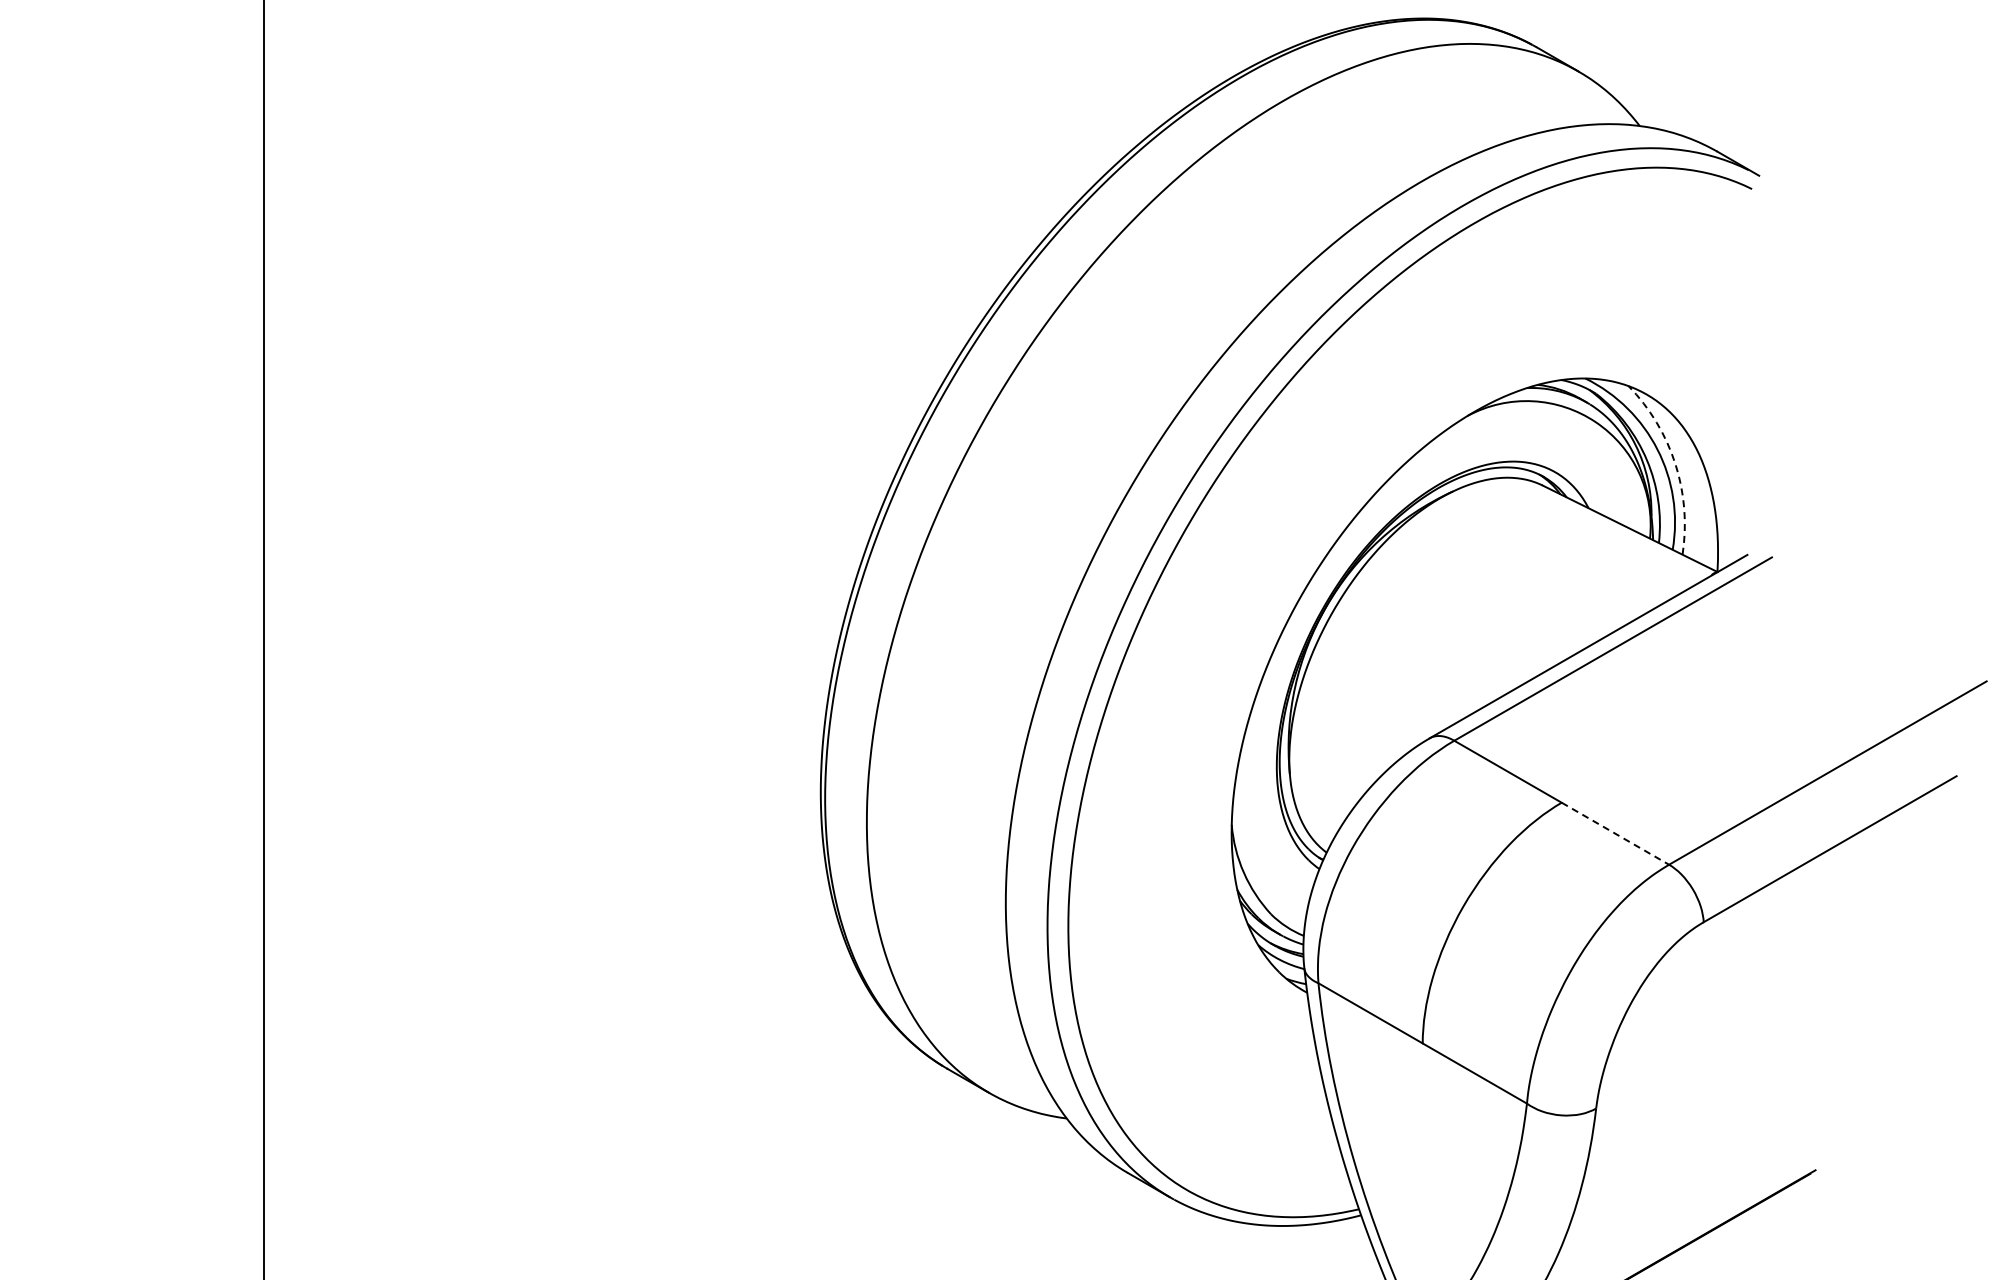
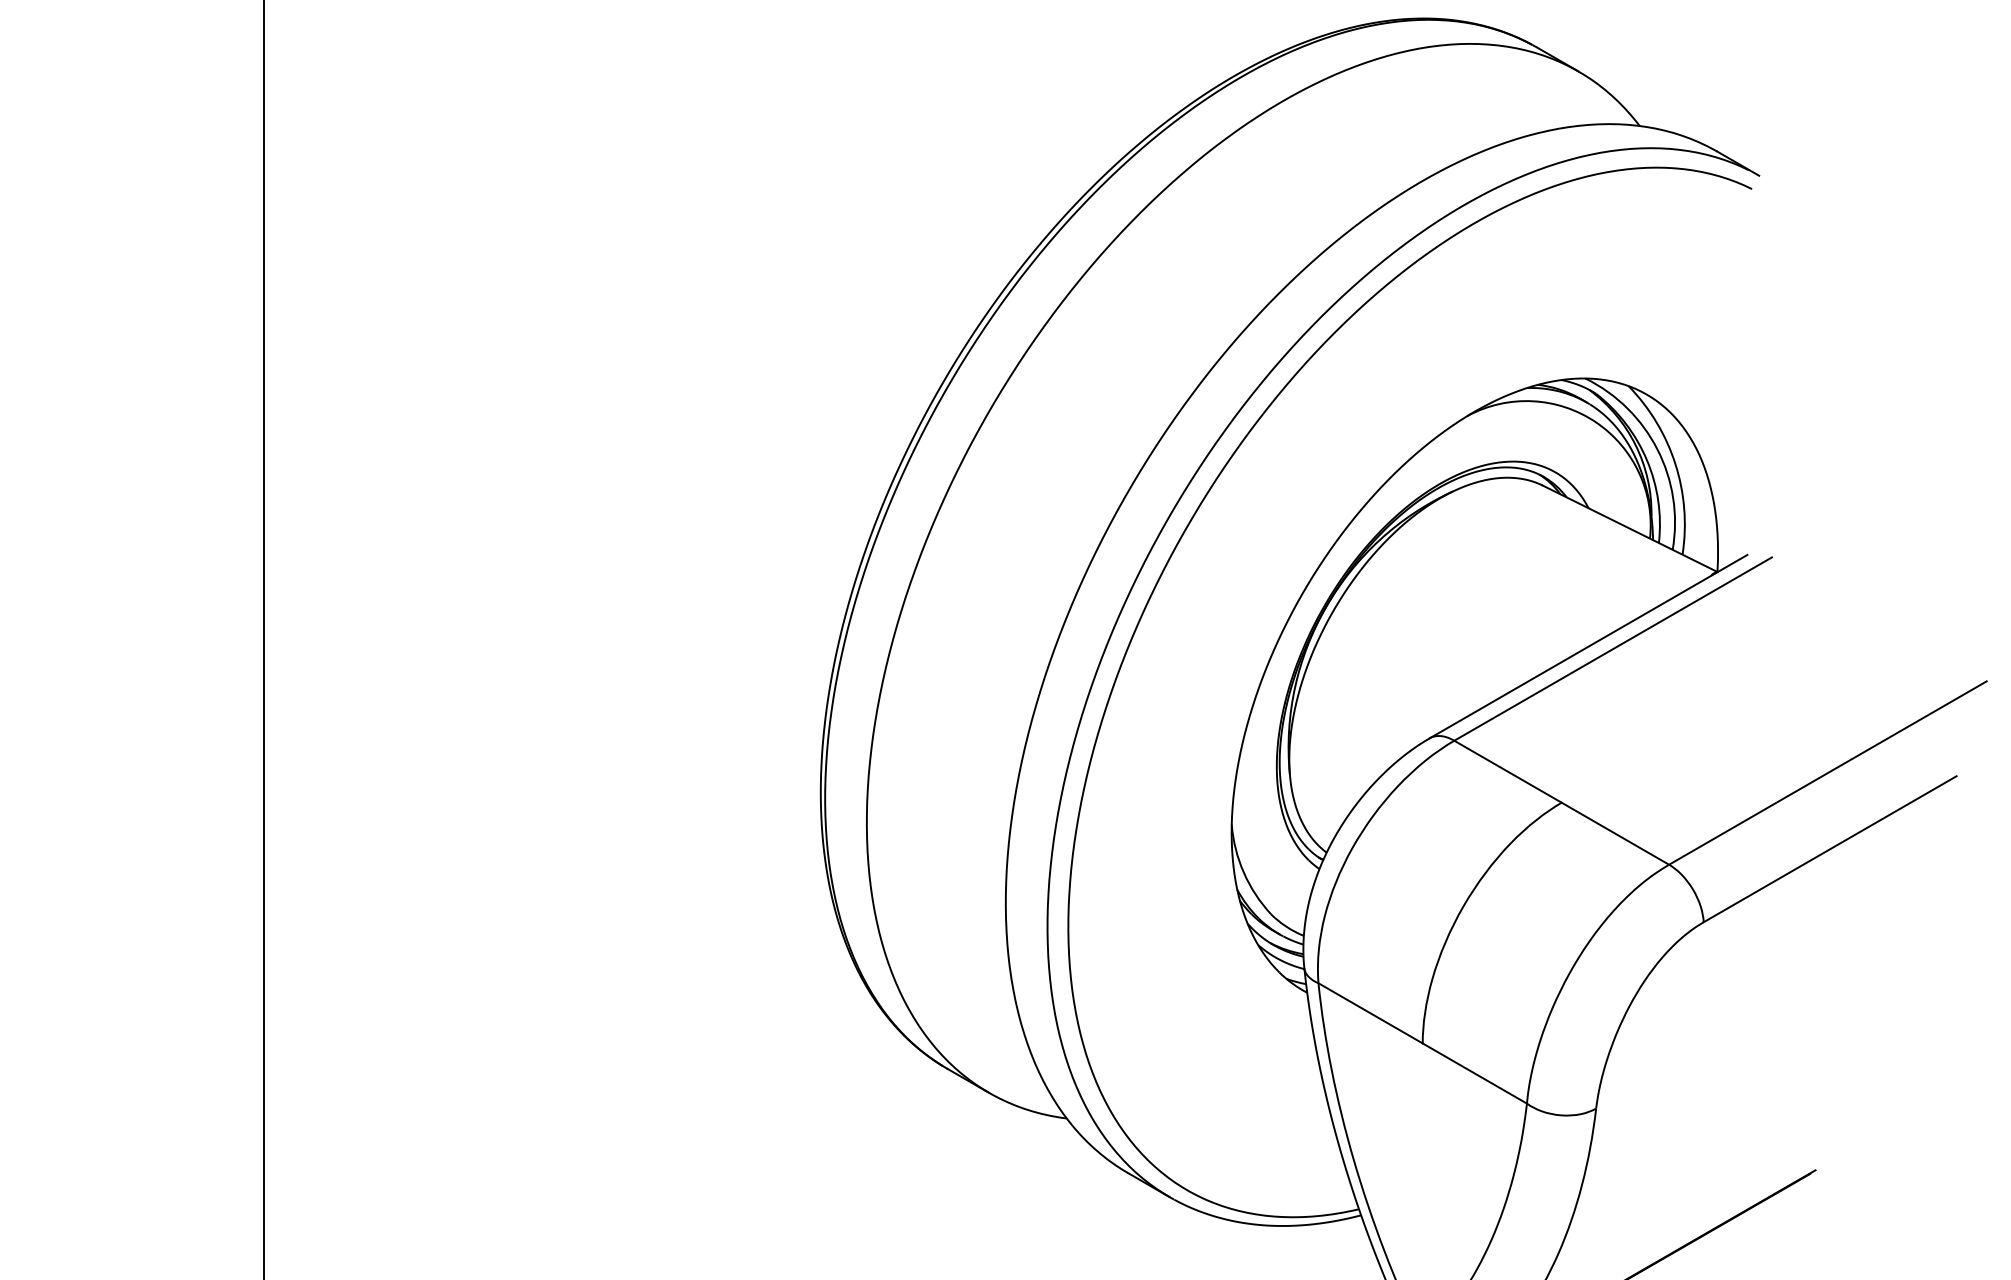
arc at (1675, 464): dashed -> solid
line at (1615, 833): dashed -> solid
